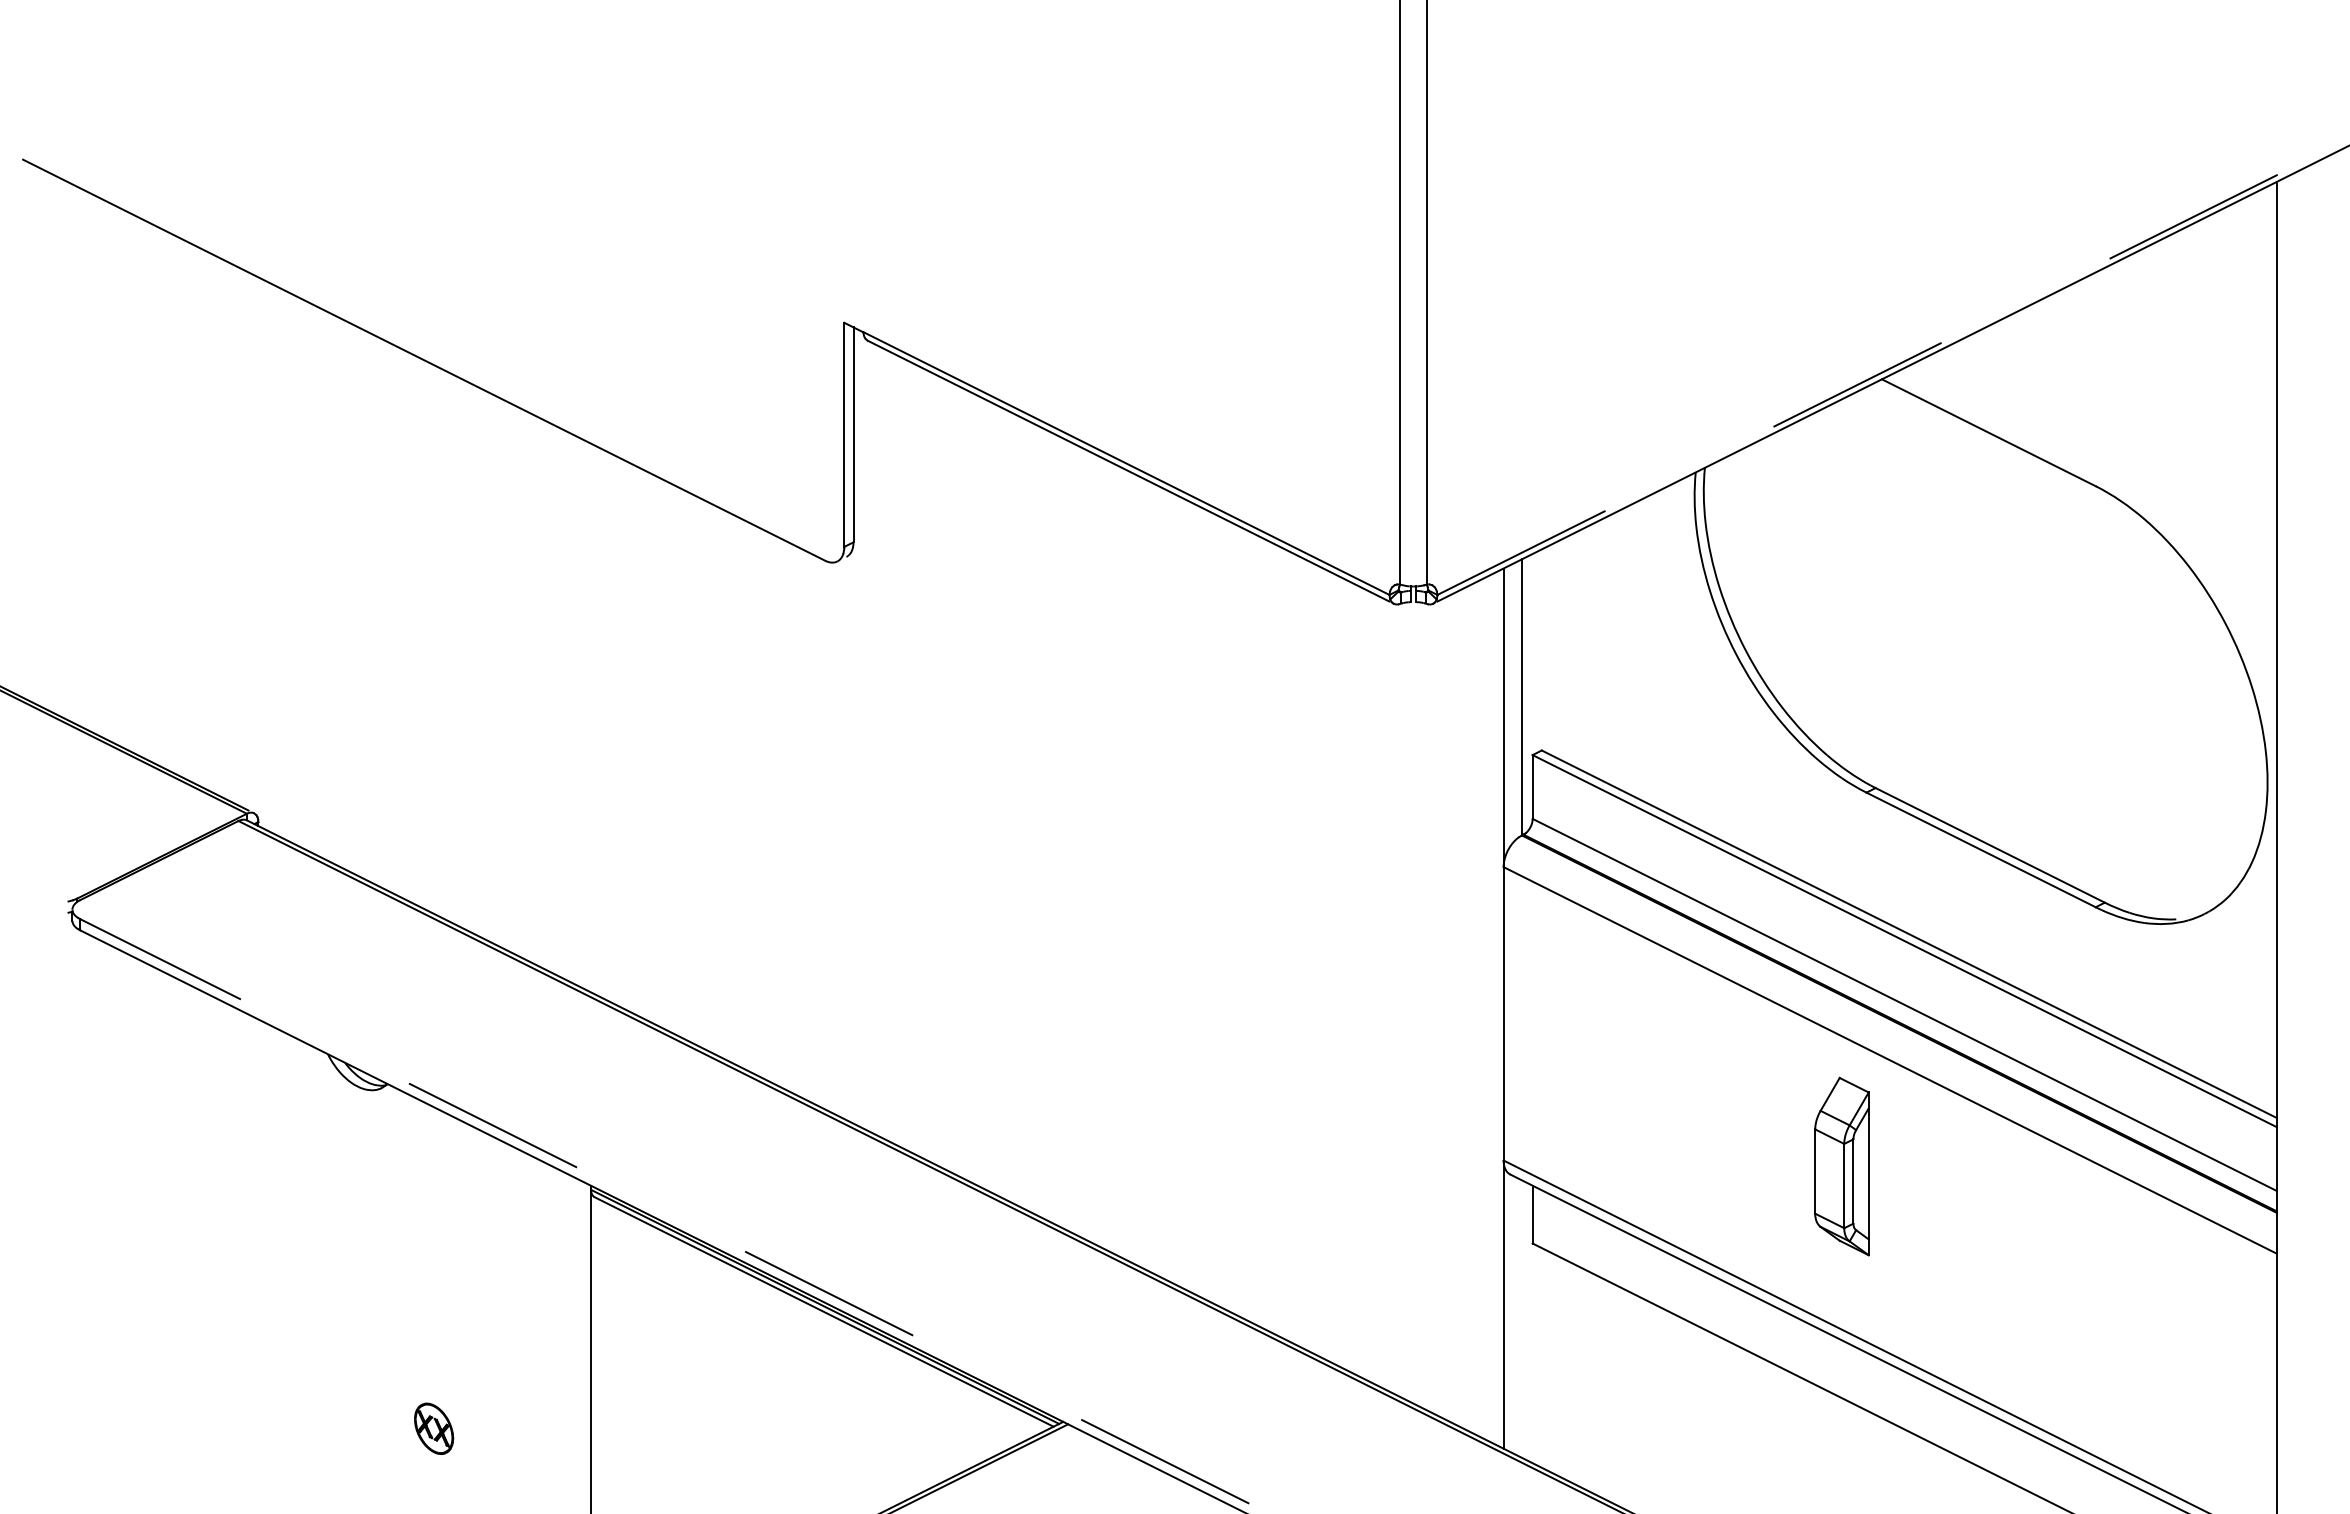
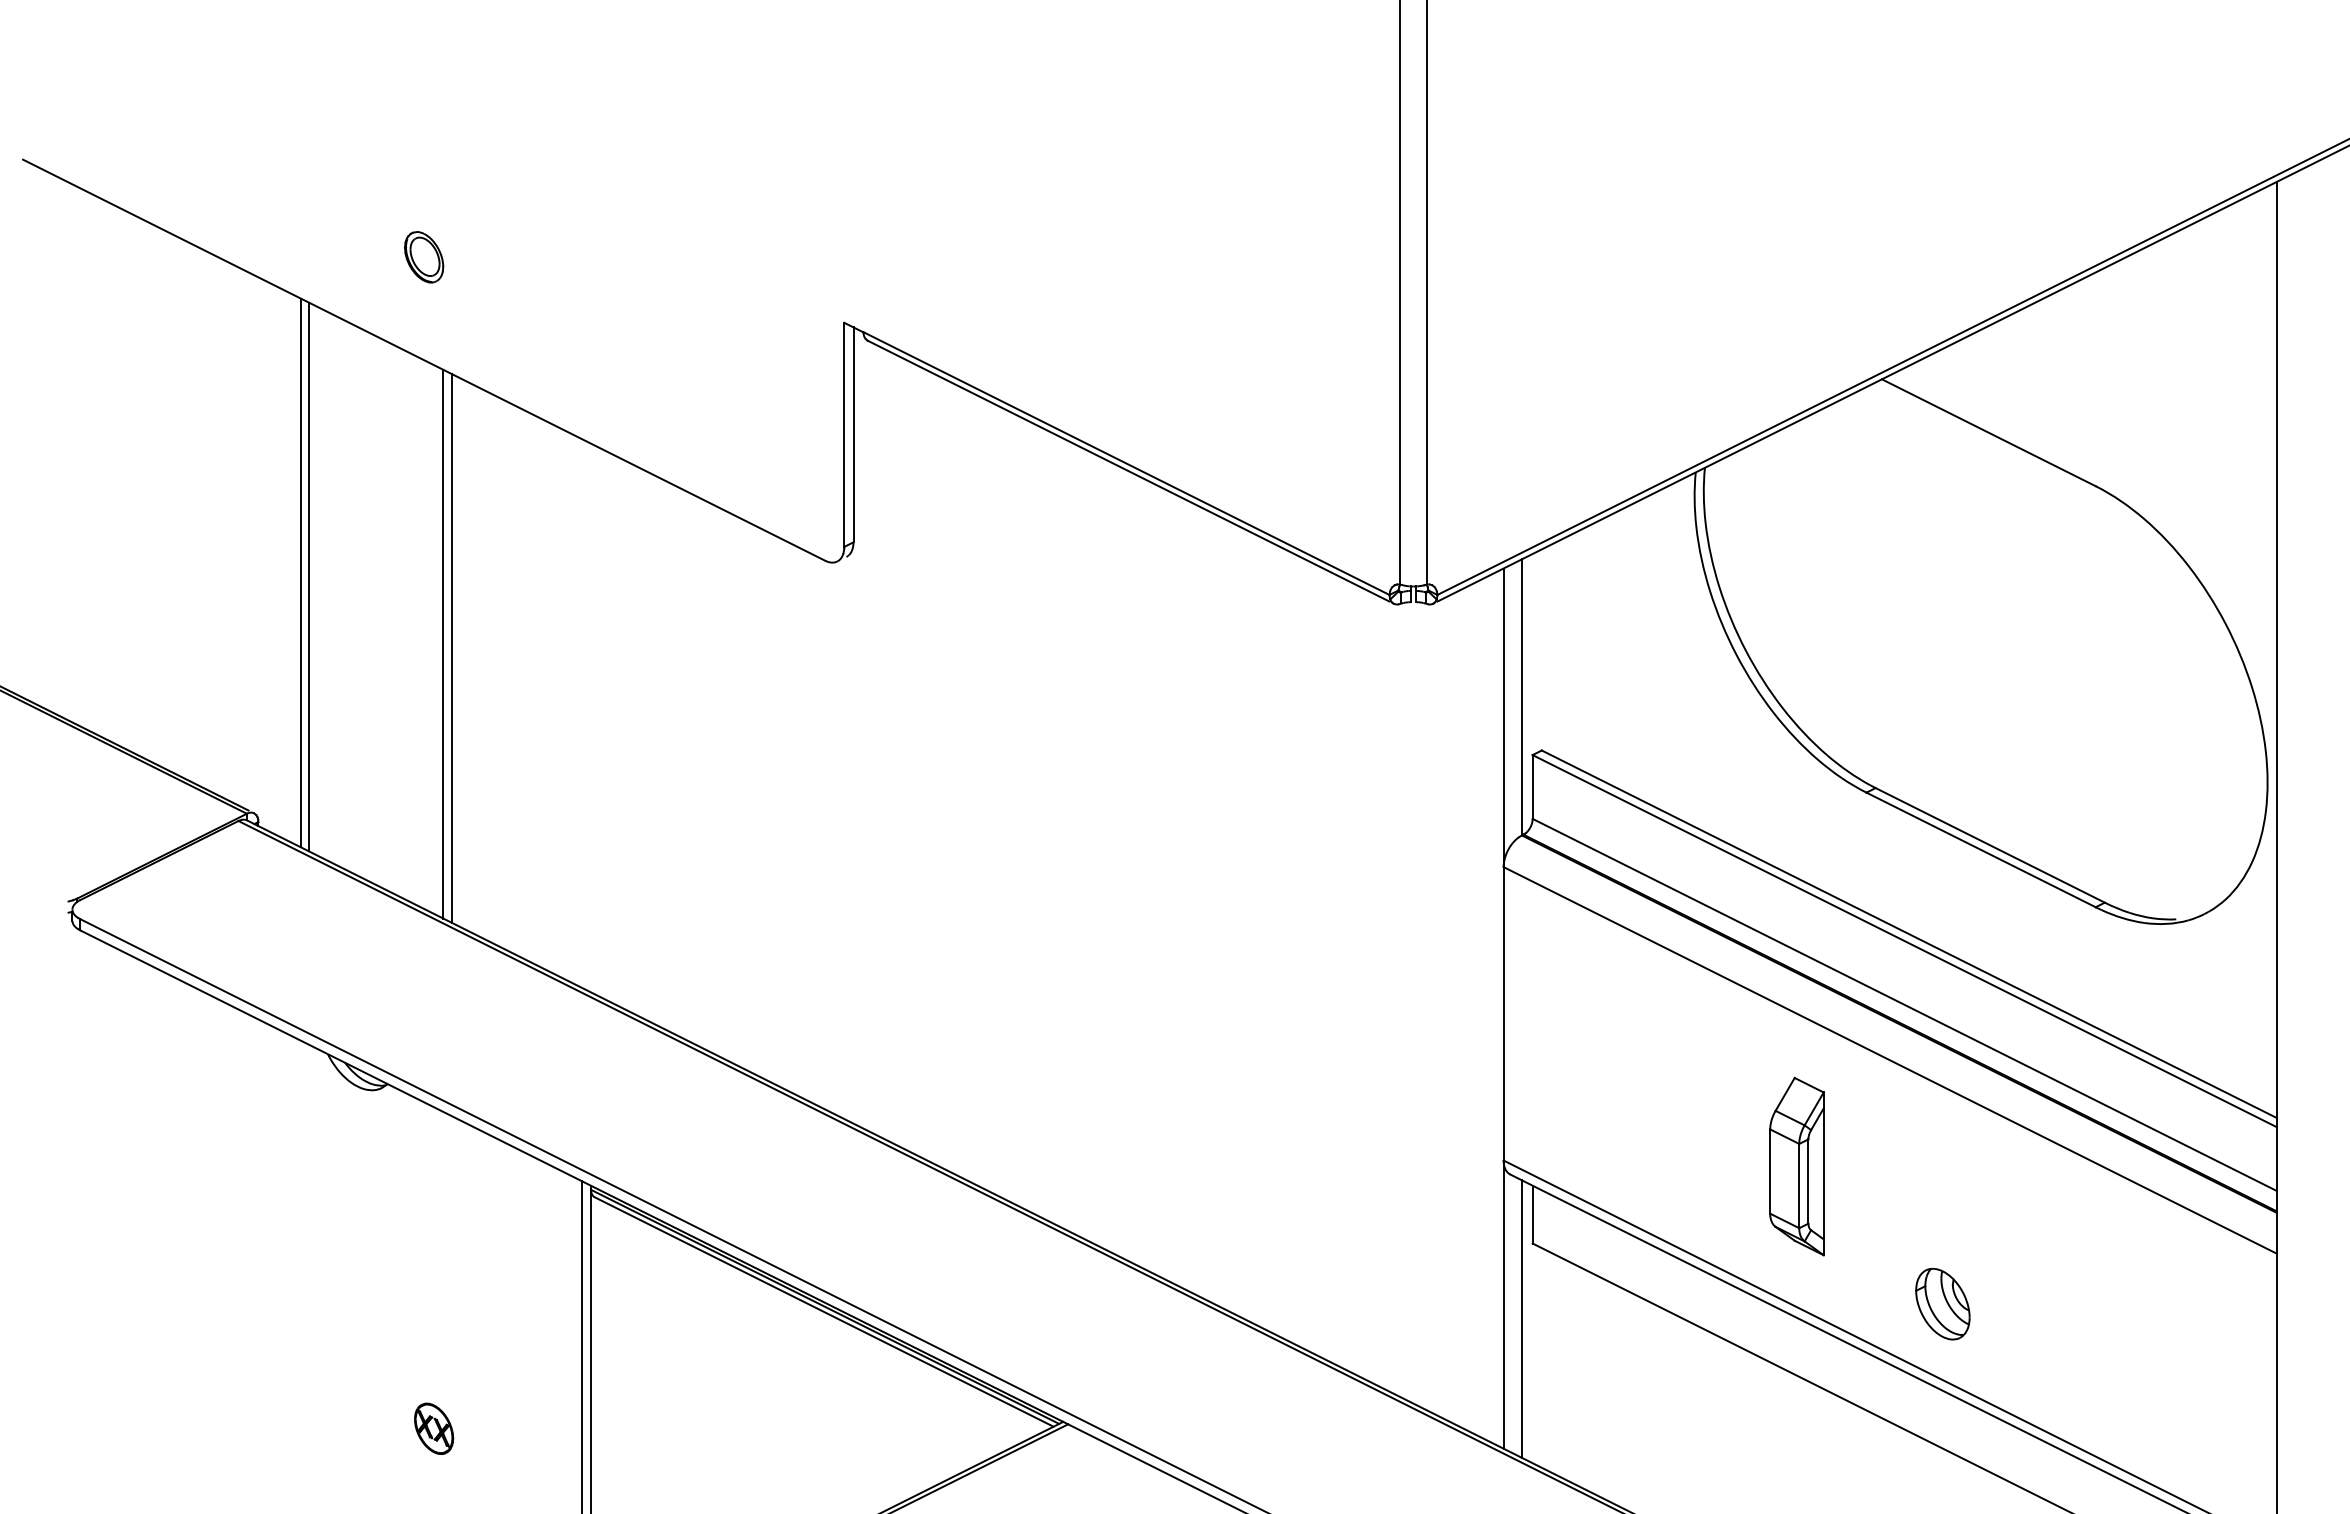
part at (424, 257): none -> present
line at (1893, 366): dashed -> solid
line at (301, 572): none -> present
line at (308, 576): none -> present
line at (443, 643): none -> present
line at (452, 648): none -> present
part at (1841, 1166) position: (1841, 1166) -> (1796, 1166)
line at (674, 1216): dashed -> solid
part at (1942, 1303): none -> present
line at (1521, 1318): none -> present
line at (582, 1345): none -> present
